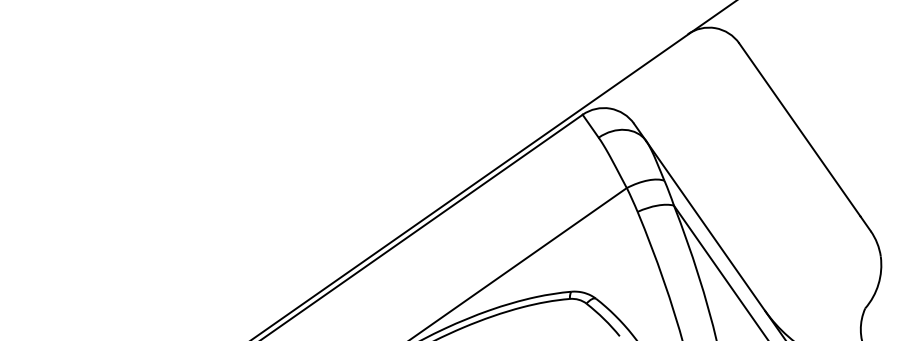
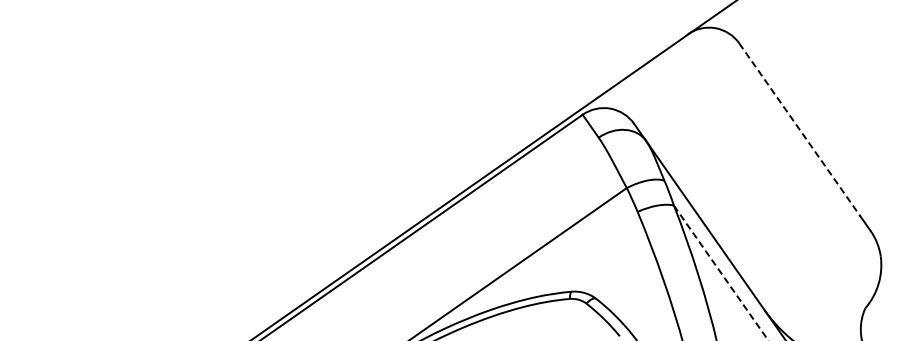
line at (799, 129): solid -> dashed
line at (721, 273): solid -> dashed
